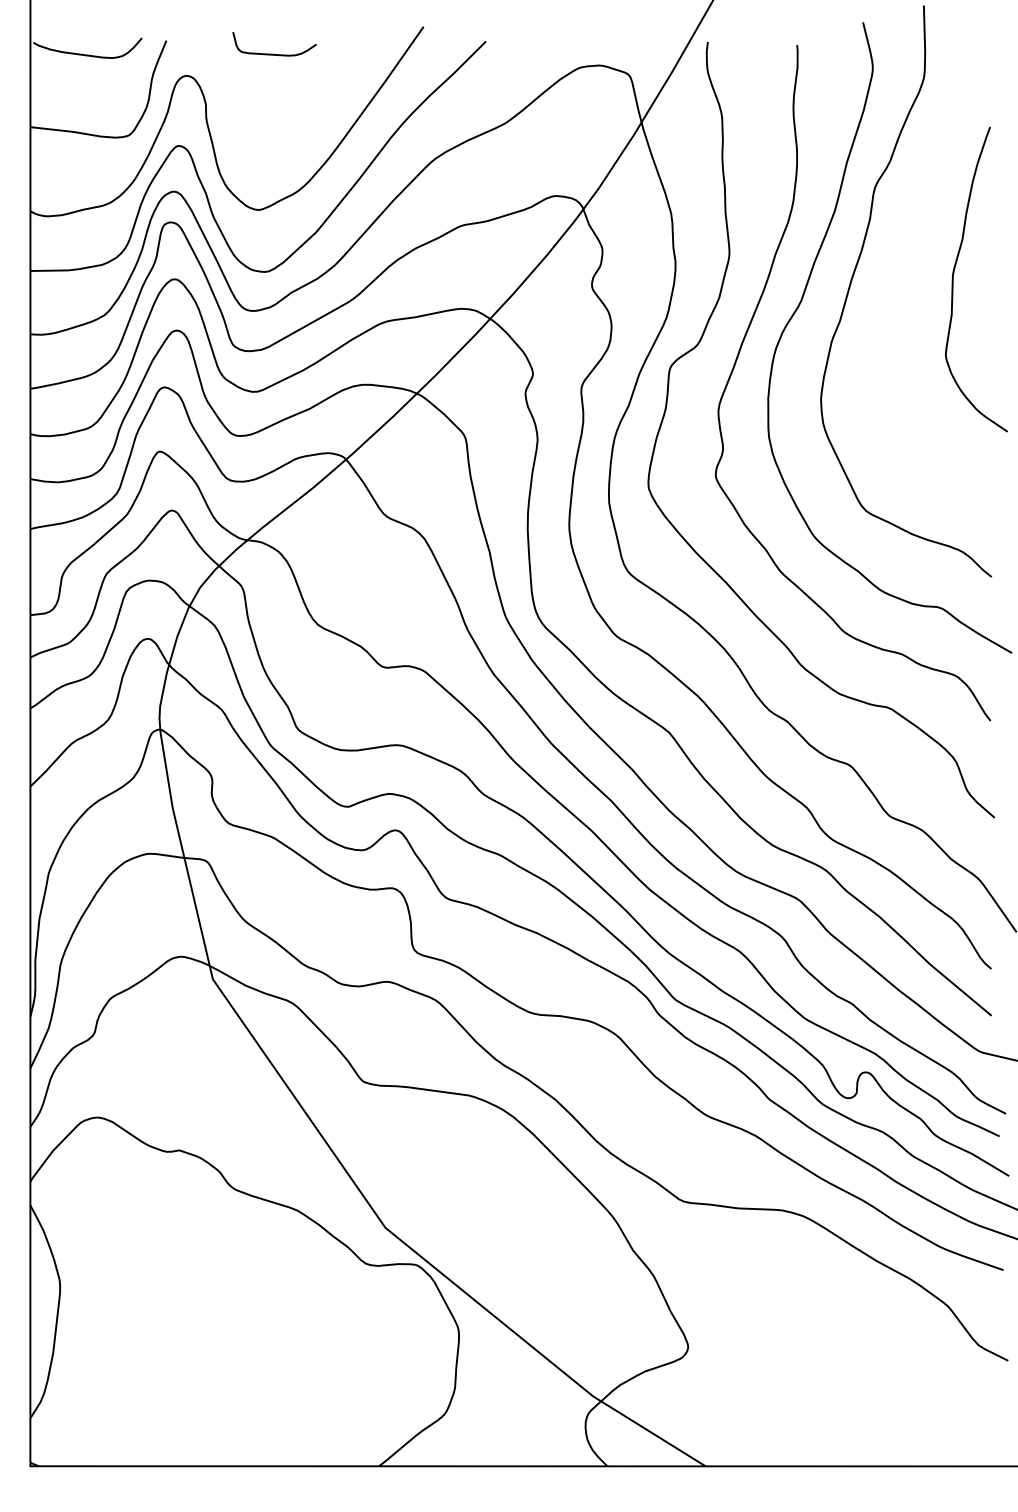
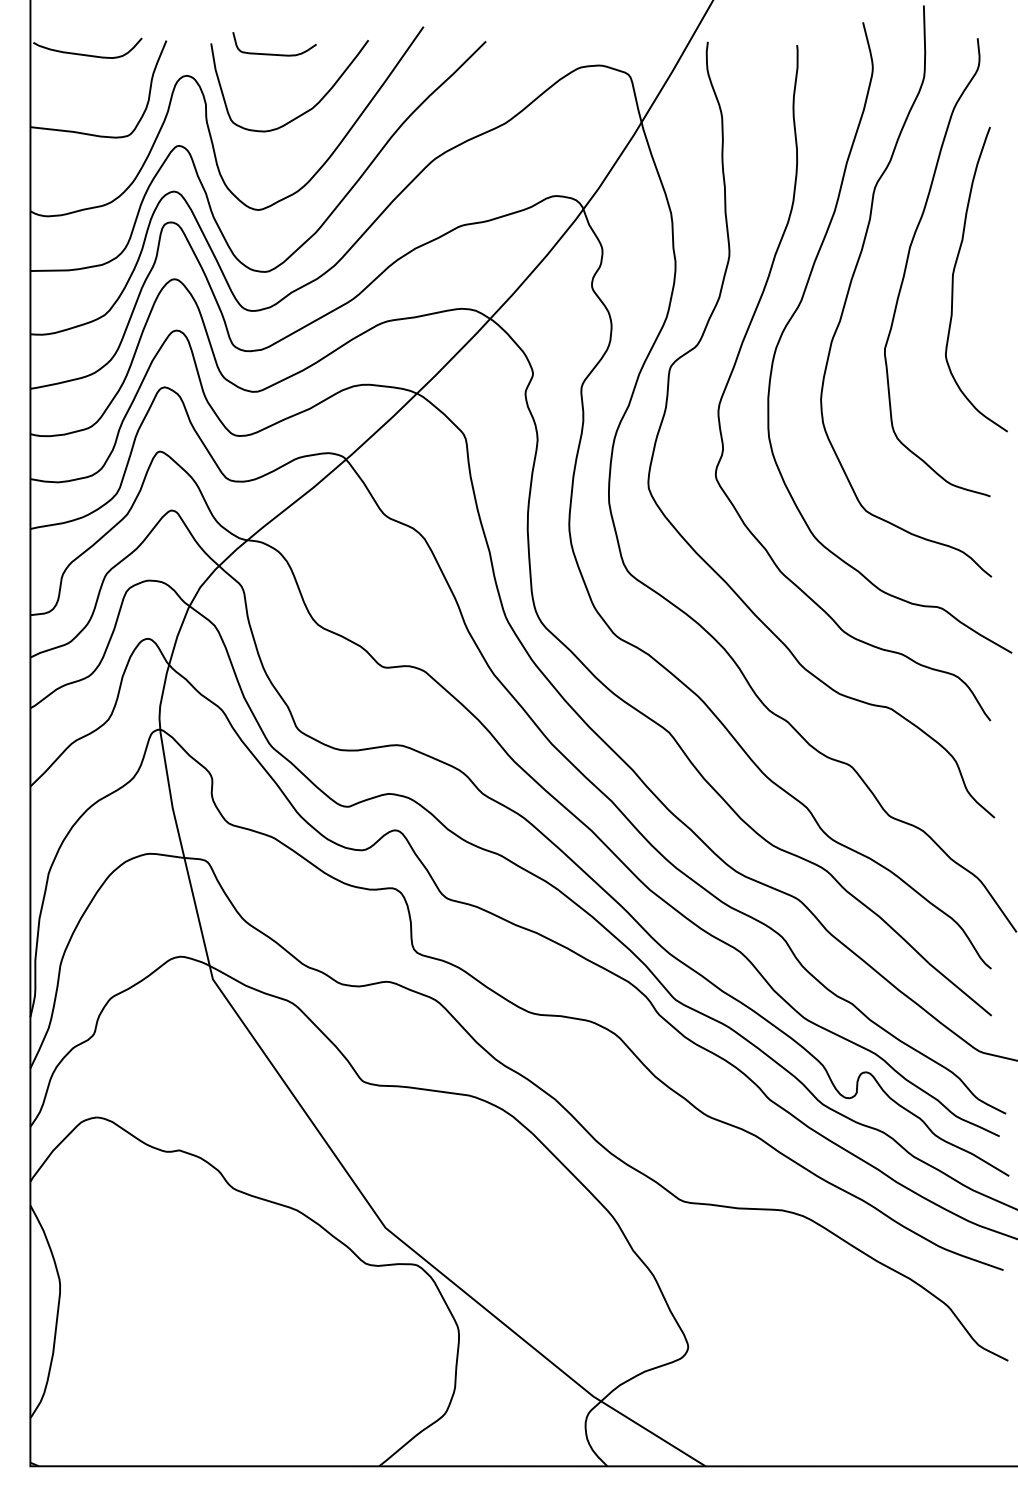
curve at (303, 112): none -> present
curve at (908, 260): none -> present
